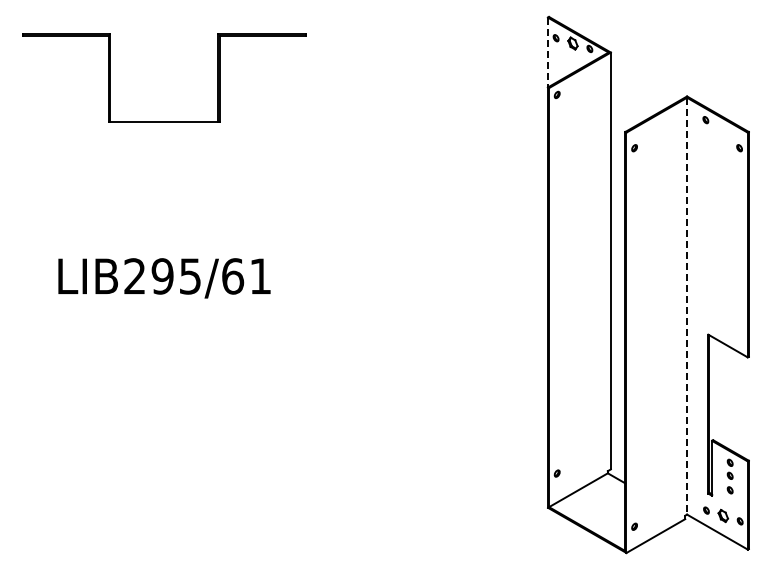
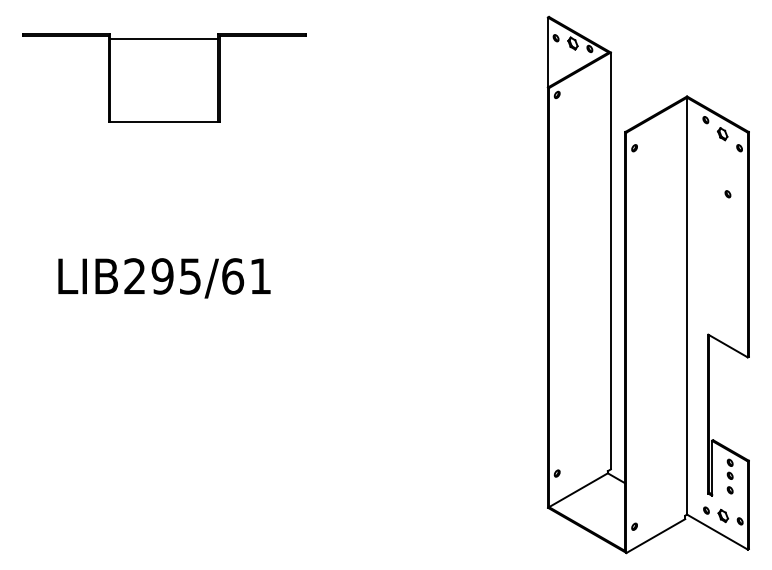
line at (164, 38): none -> present
line at (548, 52): dashed -> solid
part at (722, 134): none -> present
part at (727, 194): none -> present
line at (687, 306): dashed -> solid
